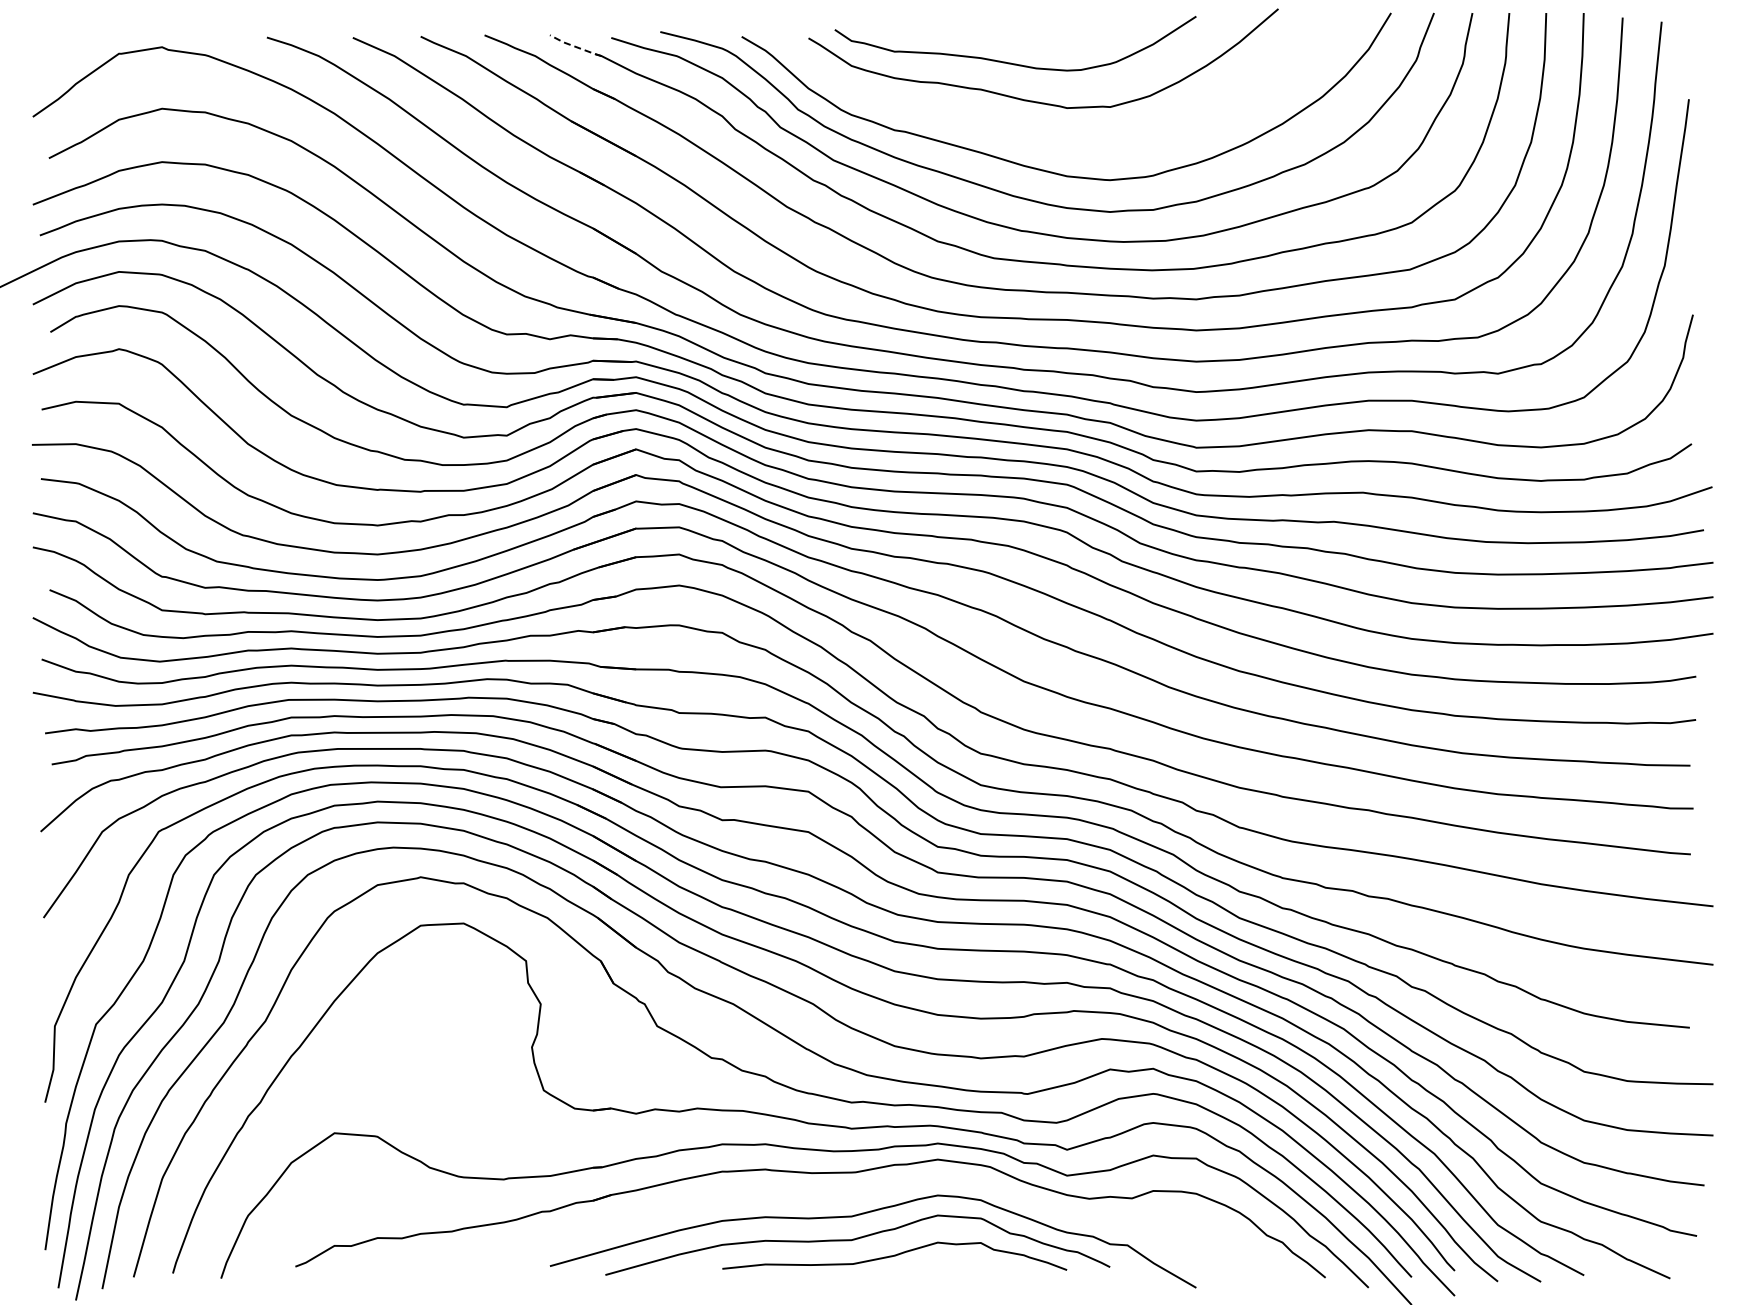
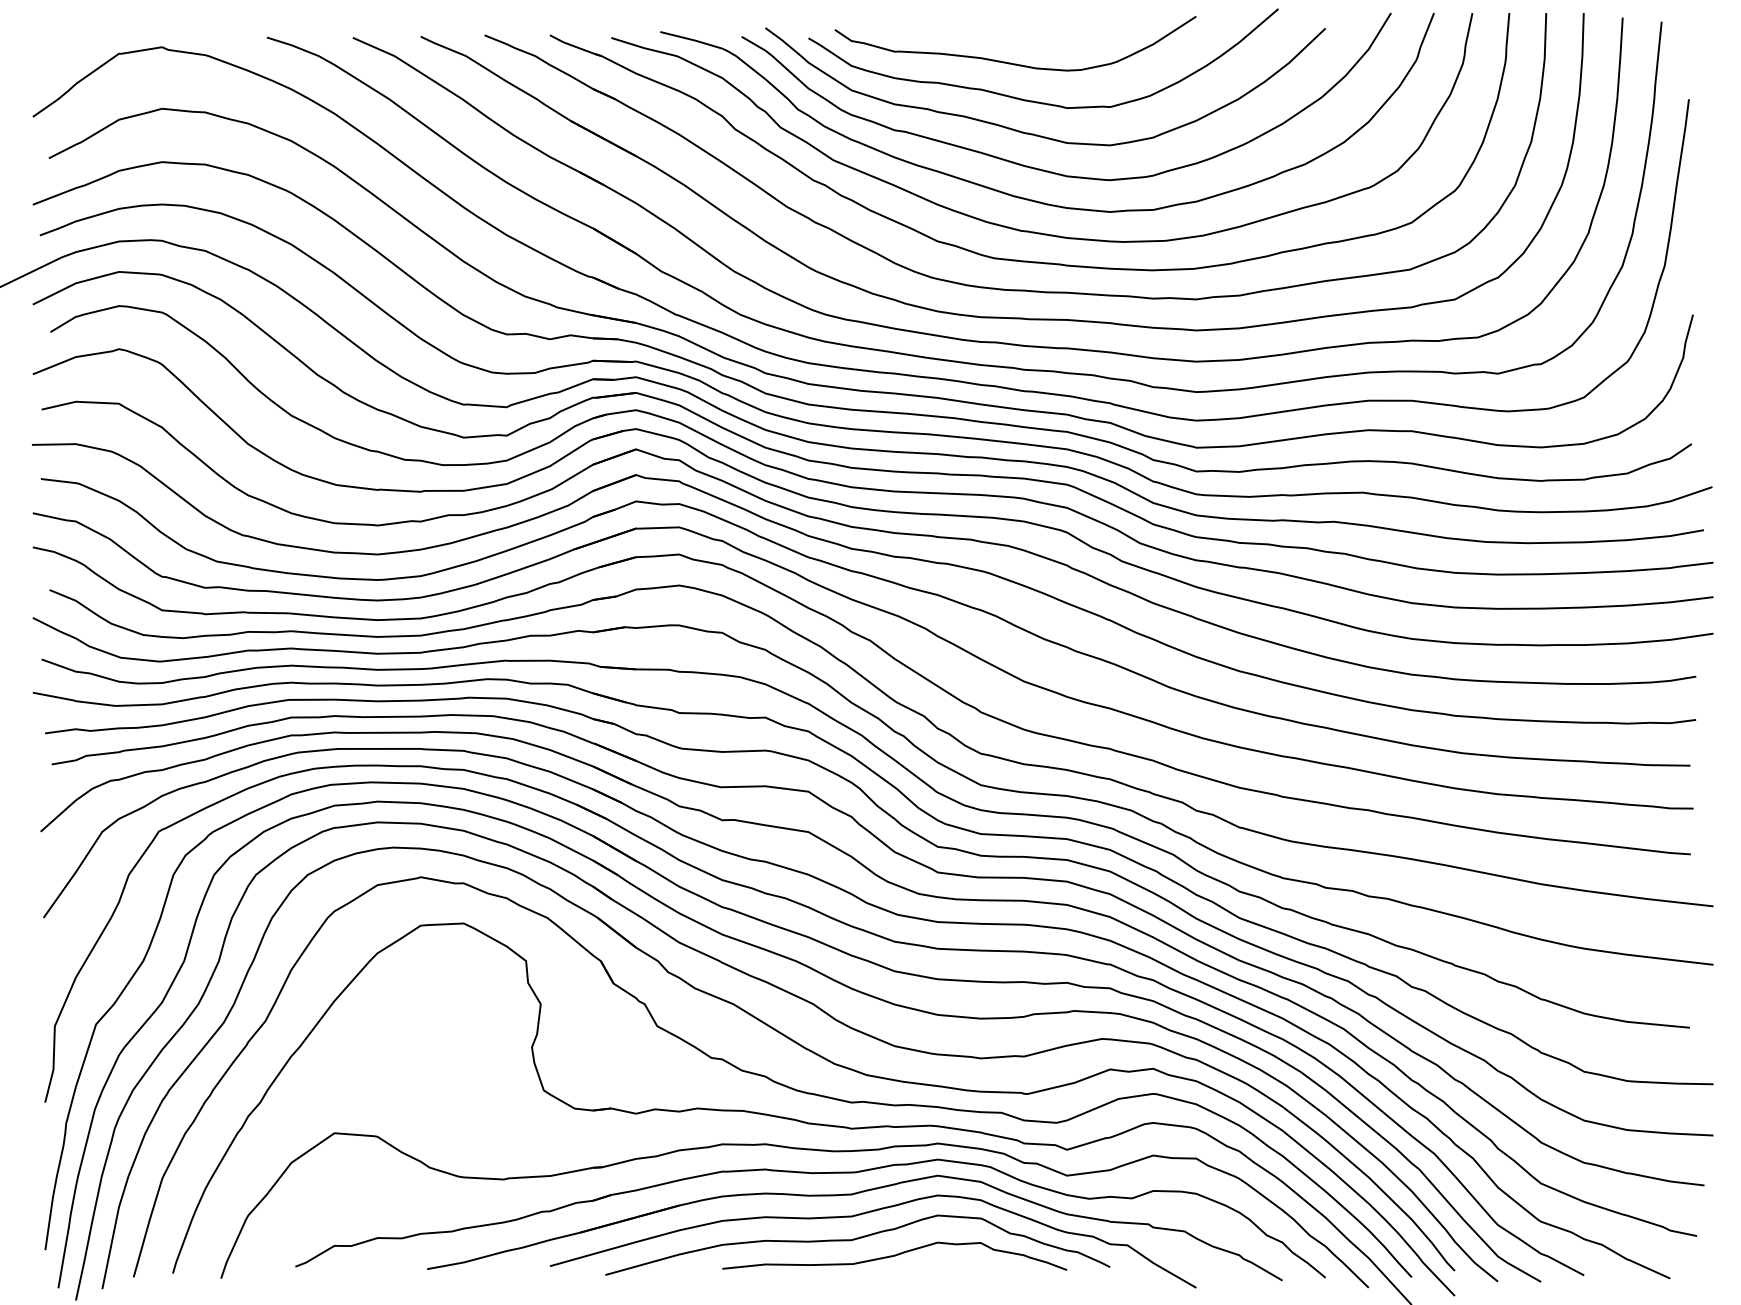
line at (574, 46): dashed -> solid
curve at (1033, 133): none -> present
part at (852, 1195): none -> present
